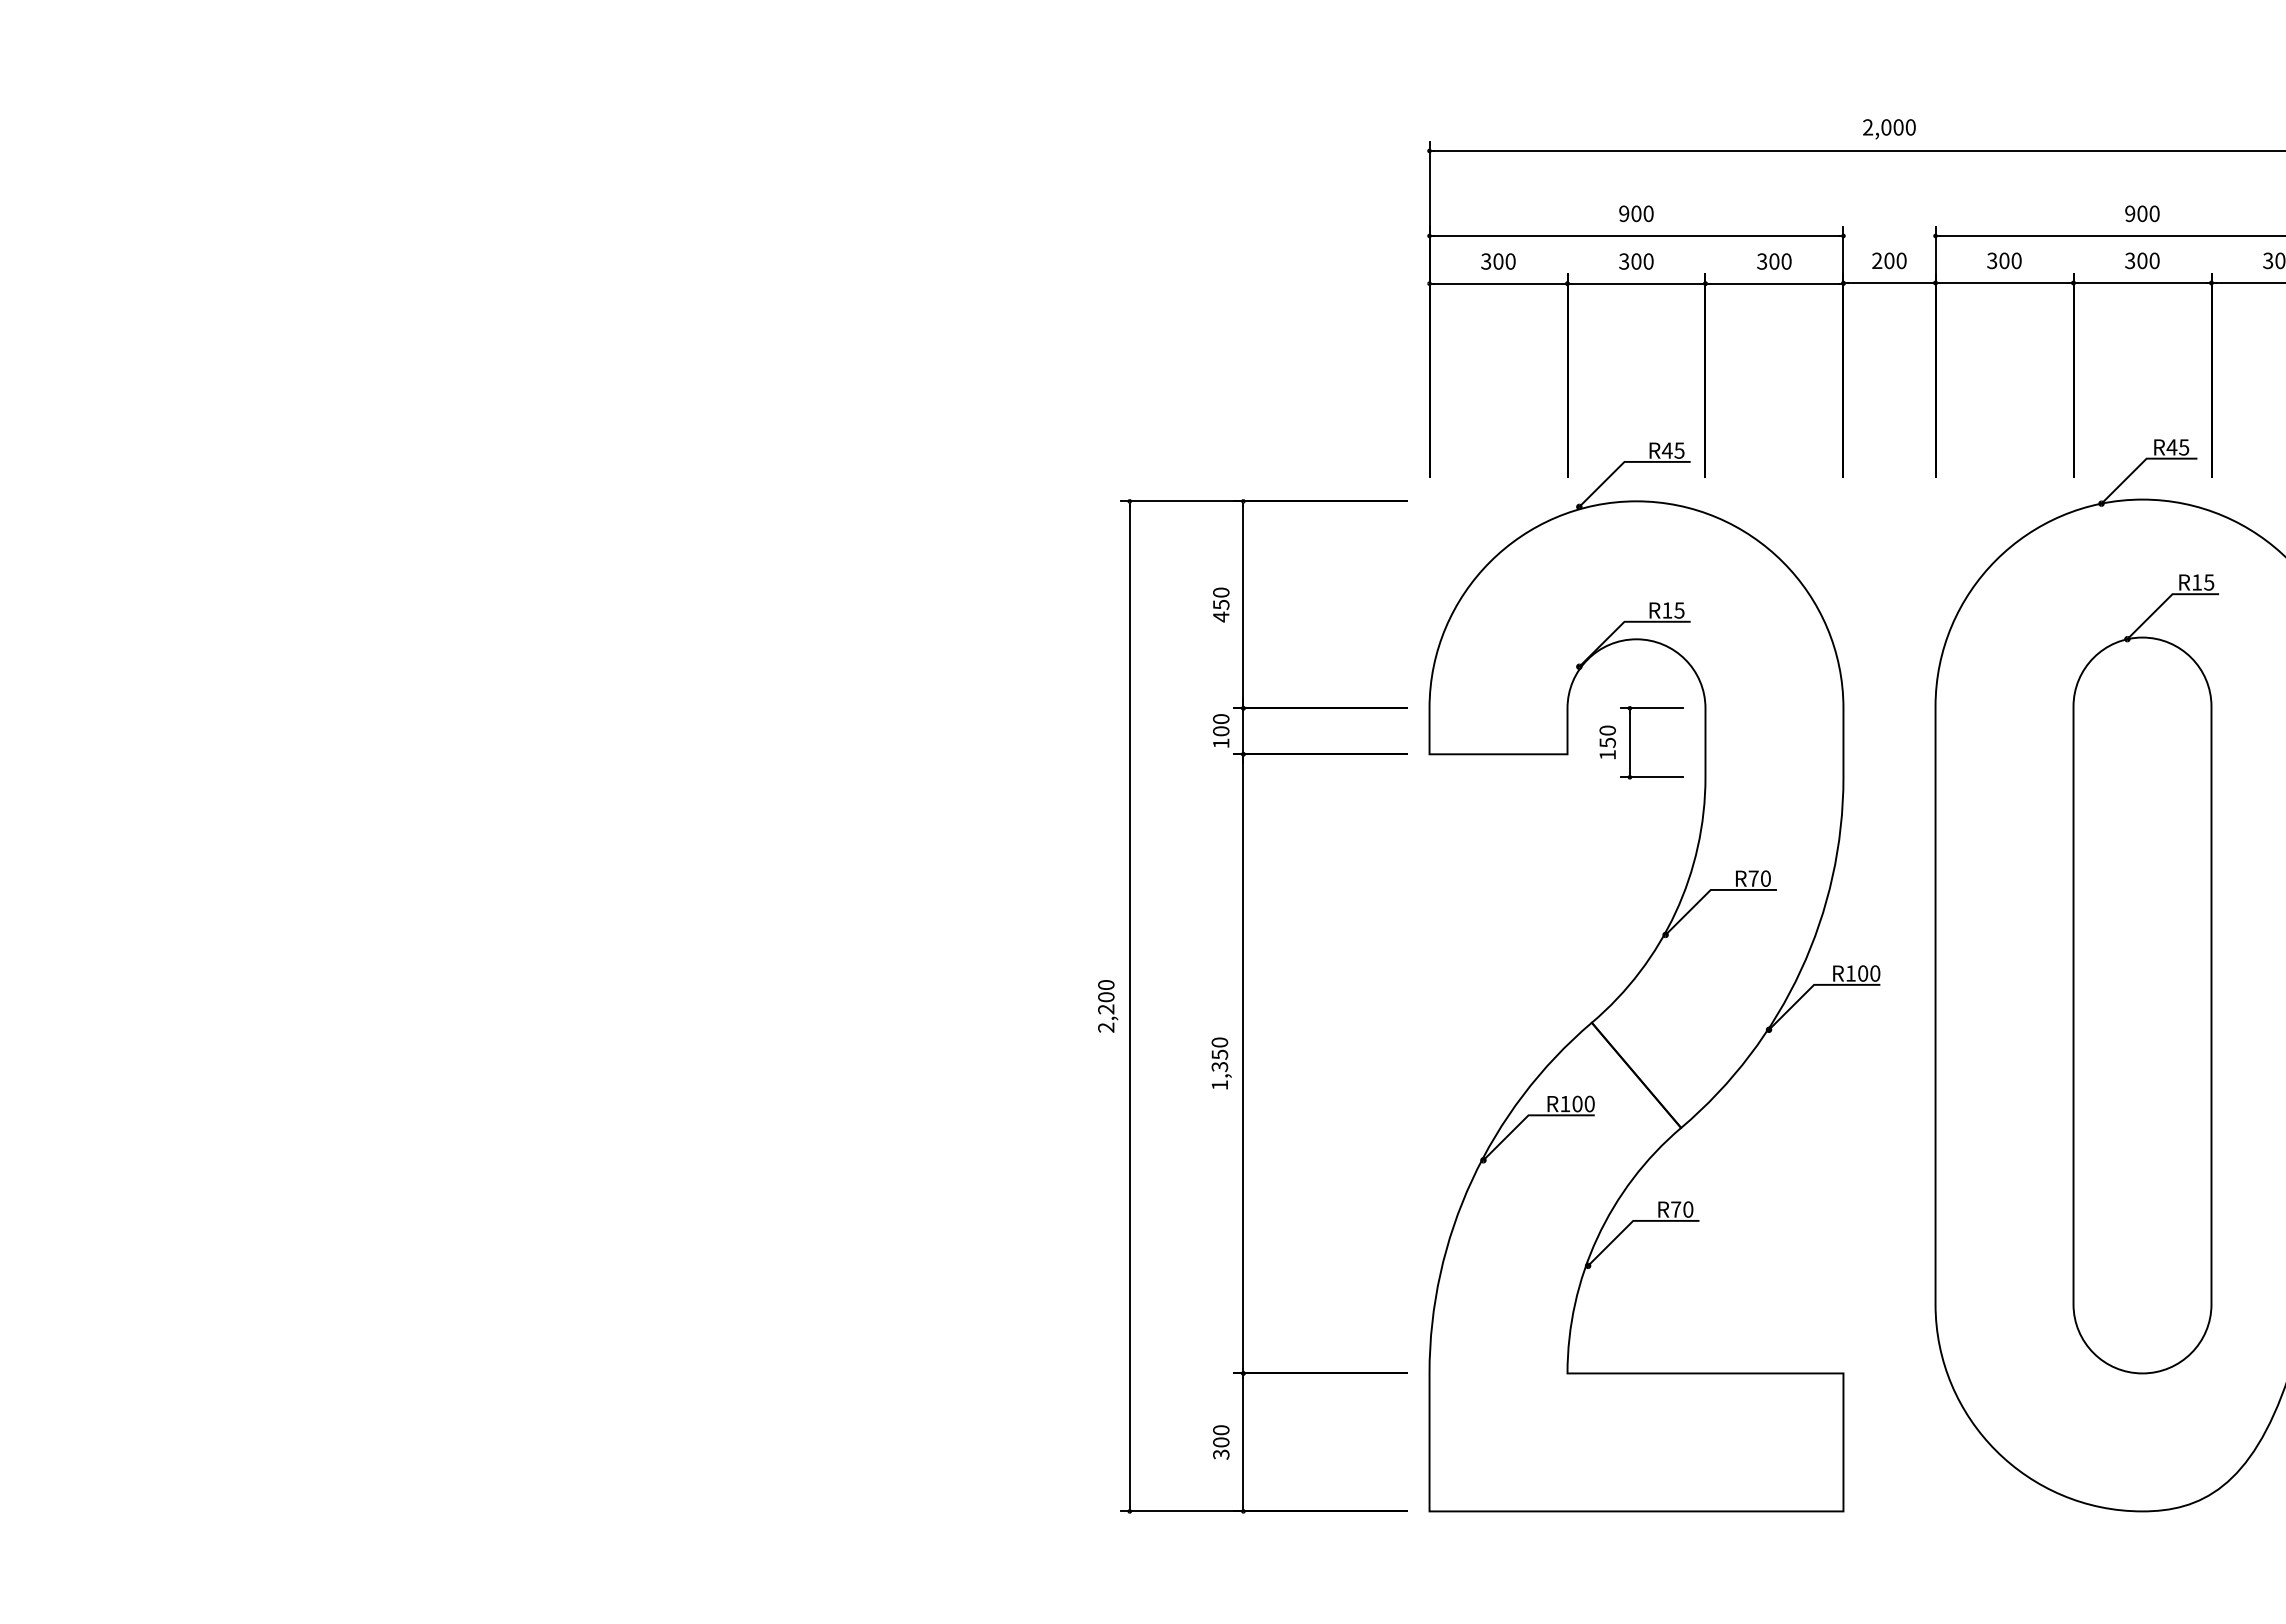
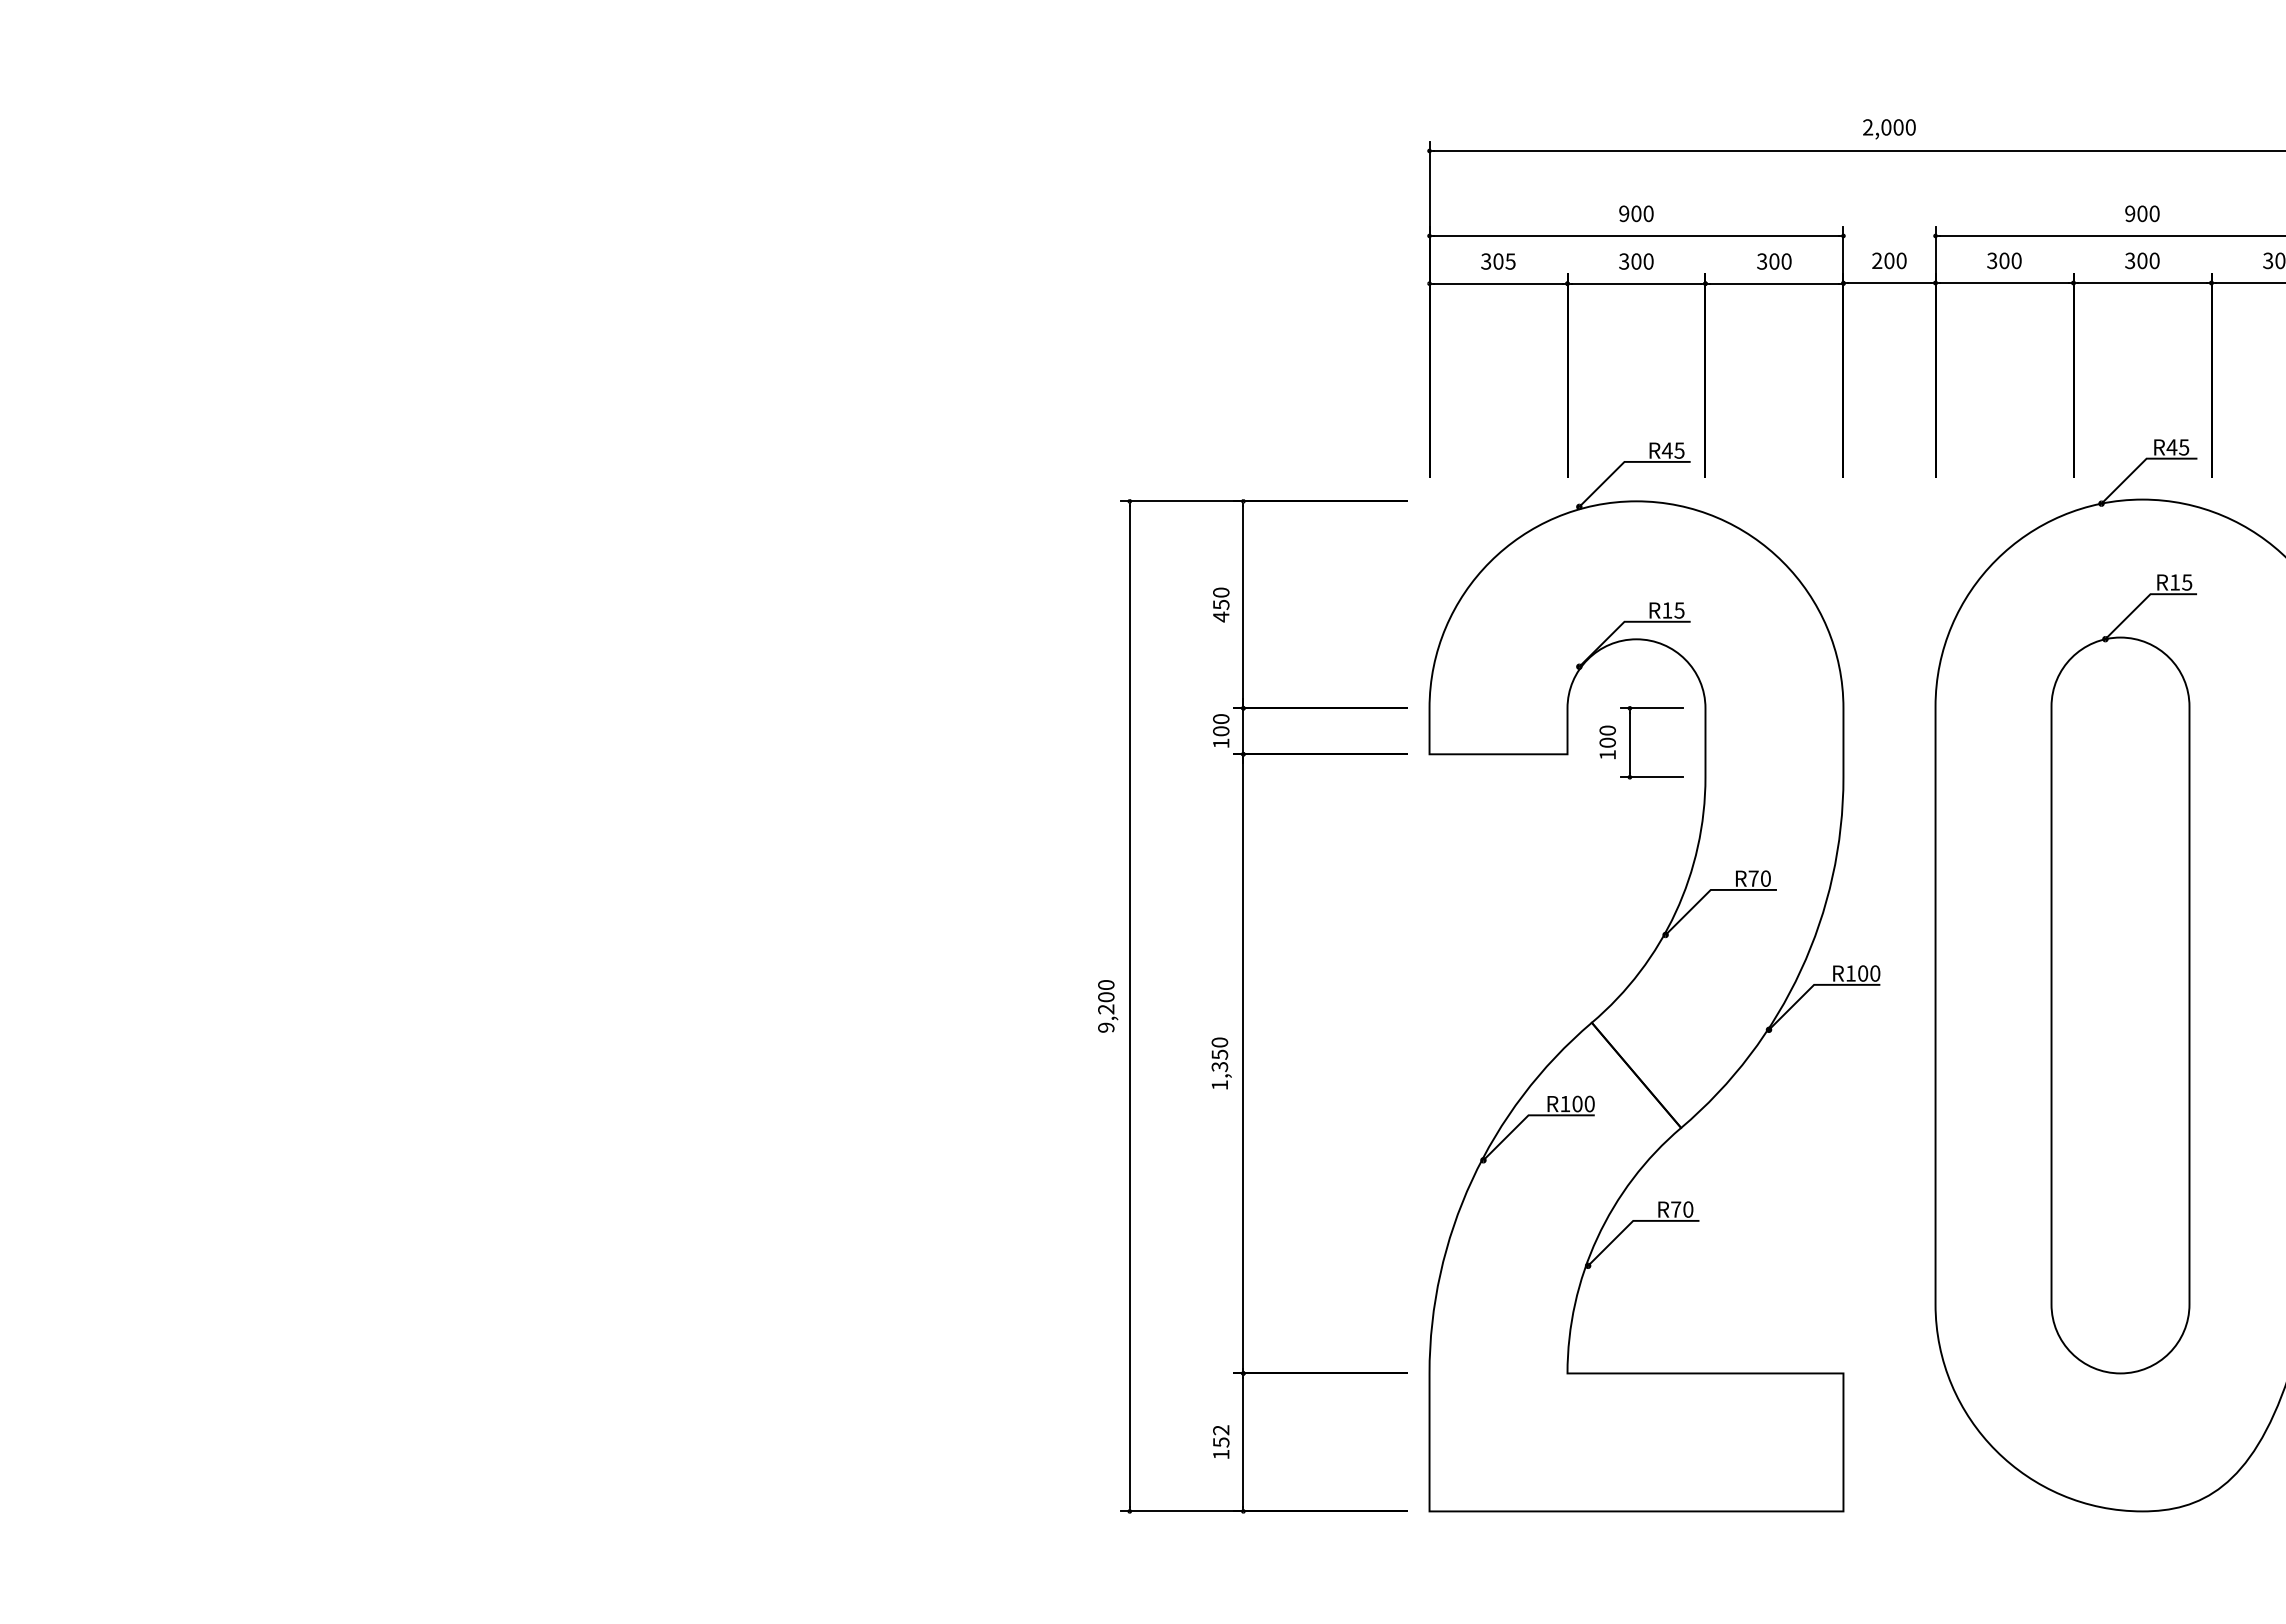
text at (1510, 261): 300 -> 305
text at (1607, 742): 150 -> 100
part at (2145, 974) position: (2145, 974) -> (2123, 974)
text at (1106, 1027): 2,200 -> 9,200
text at (1221, 1442): 300 -> 152
